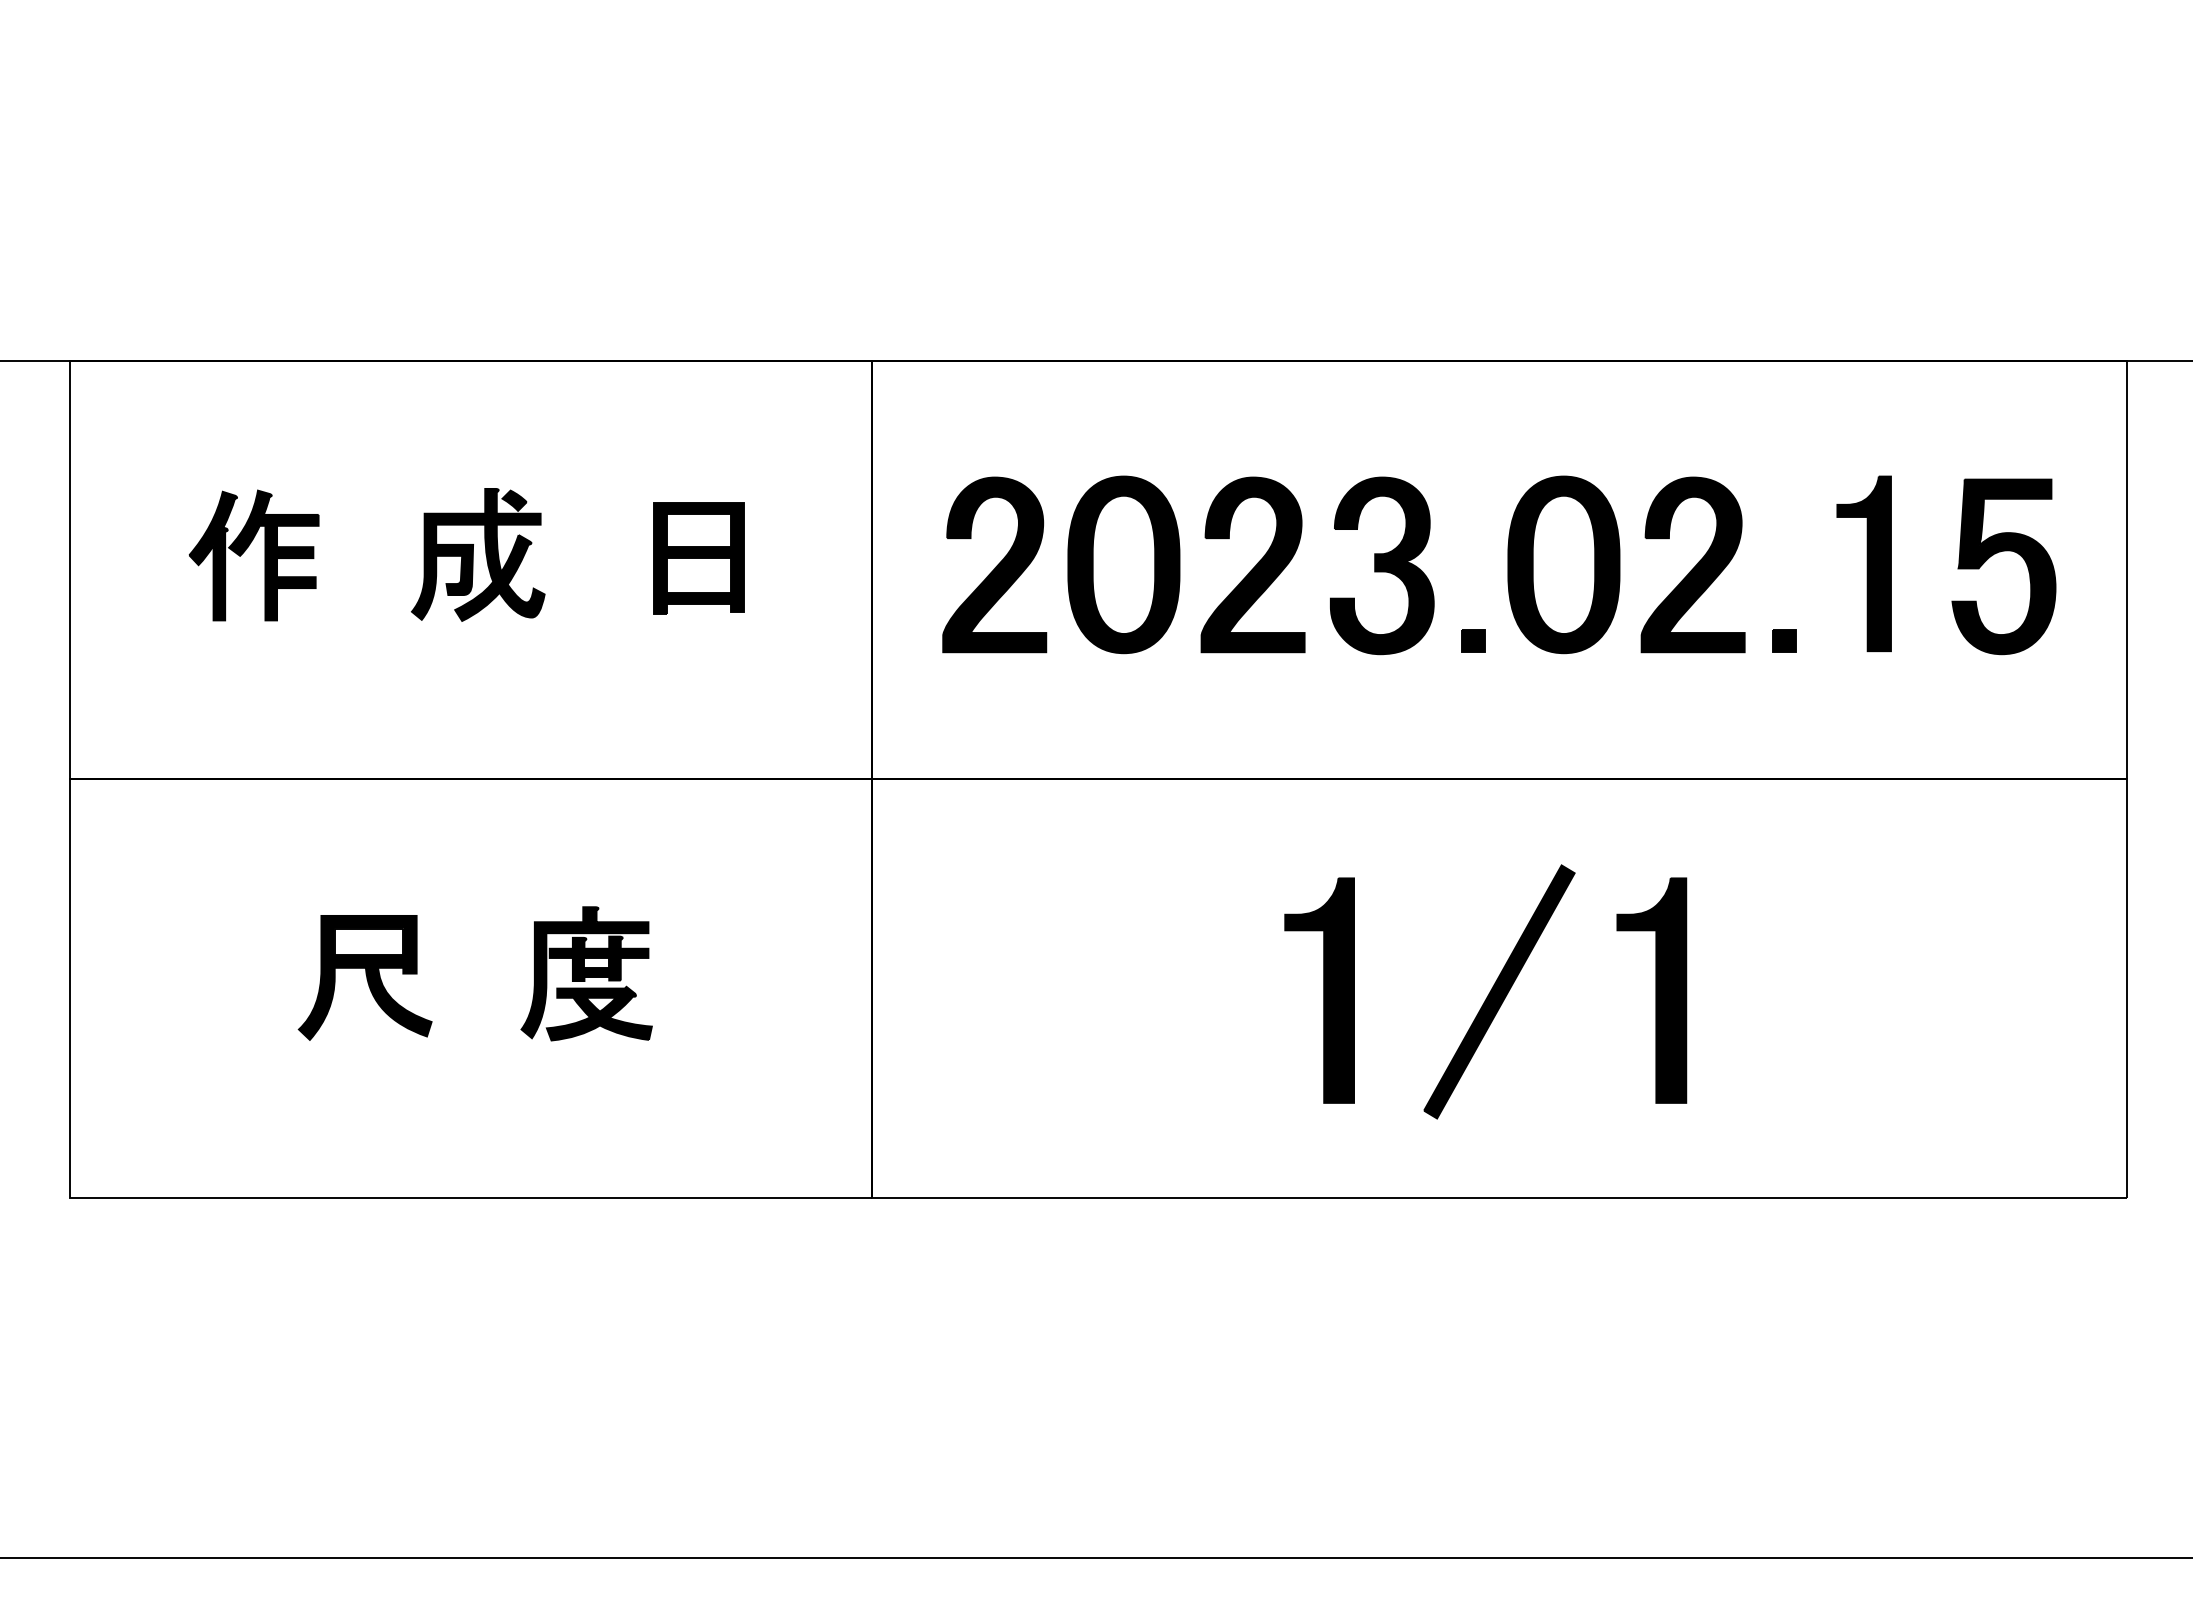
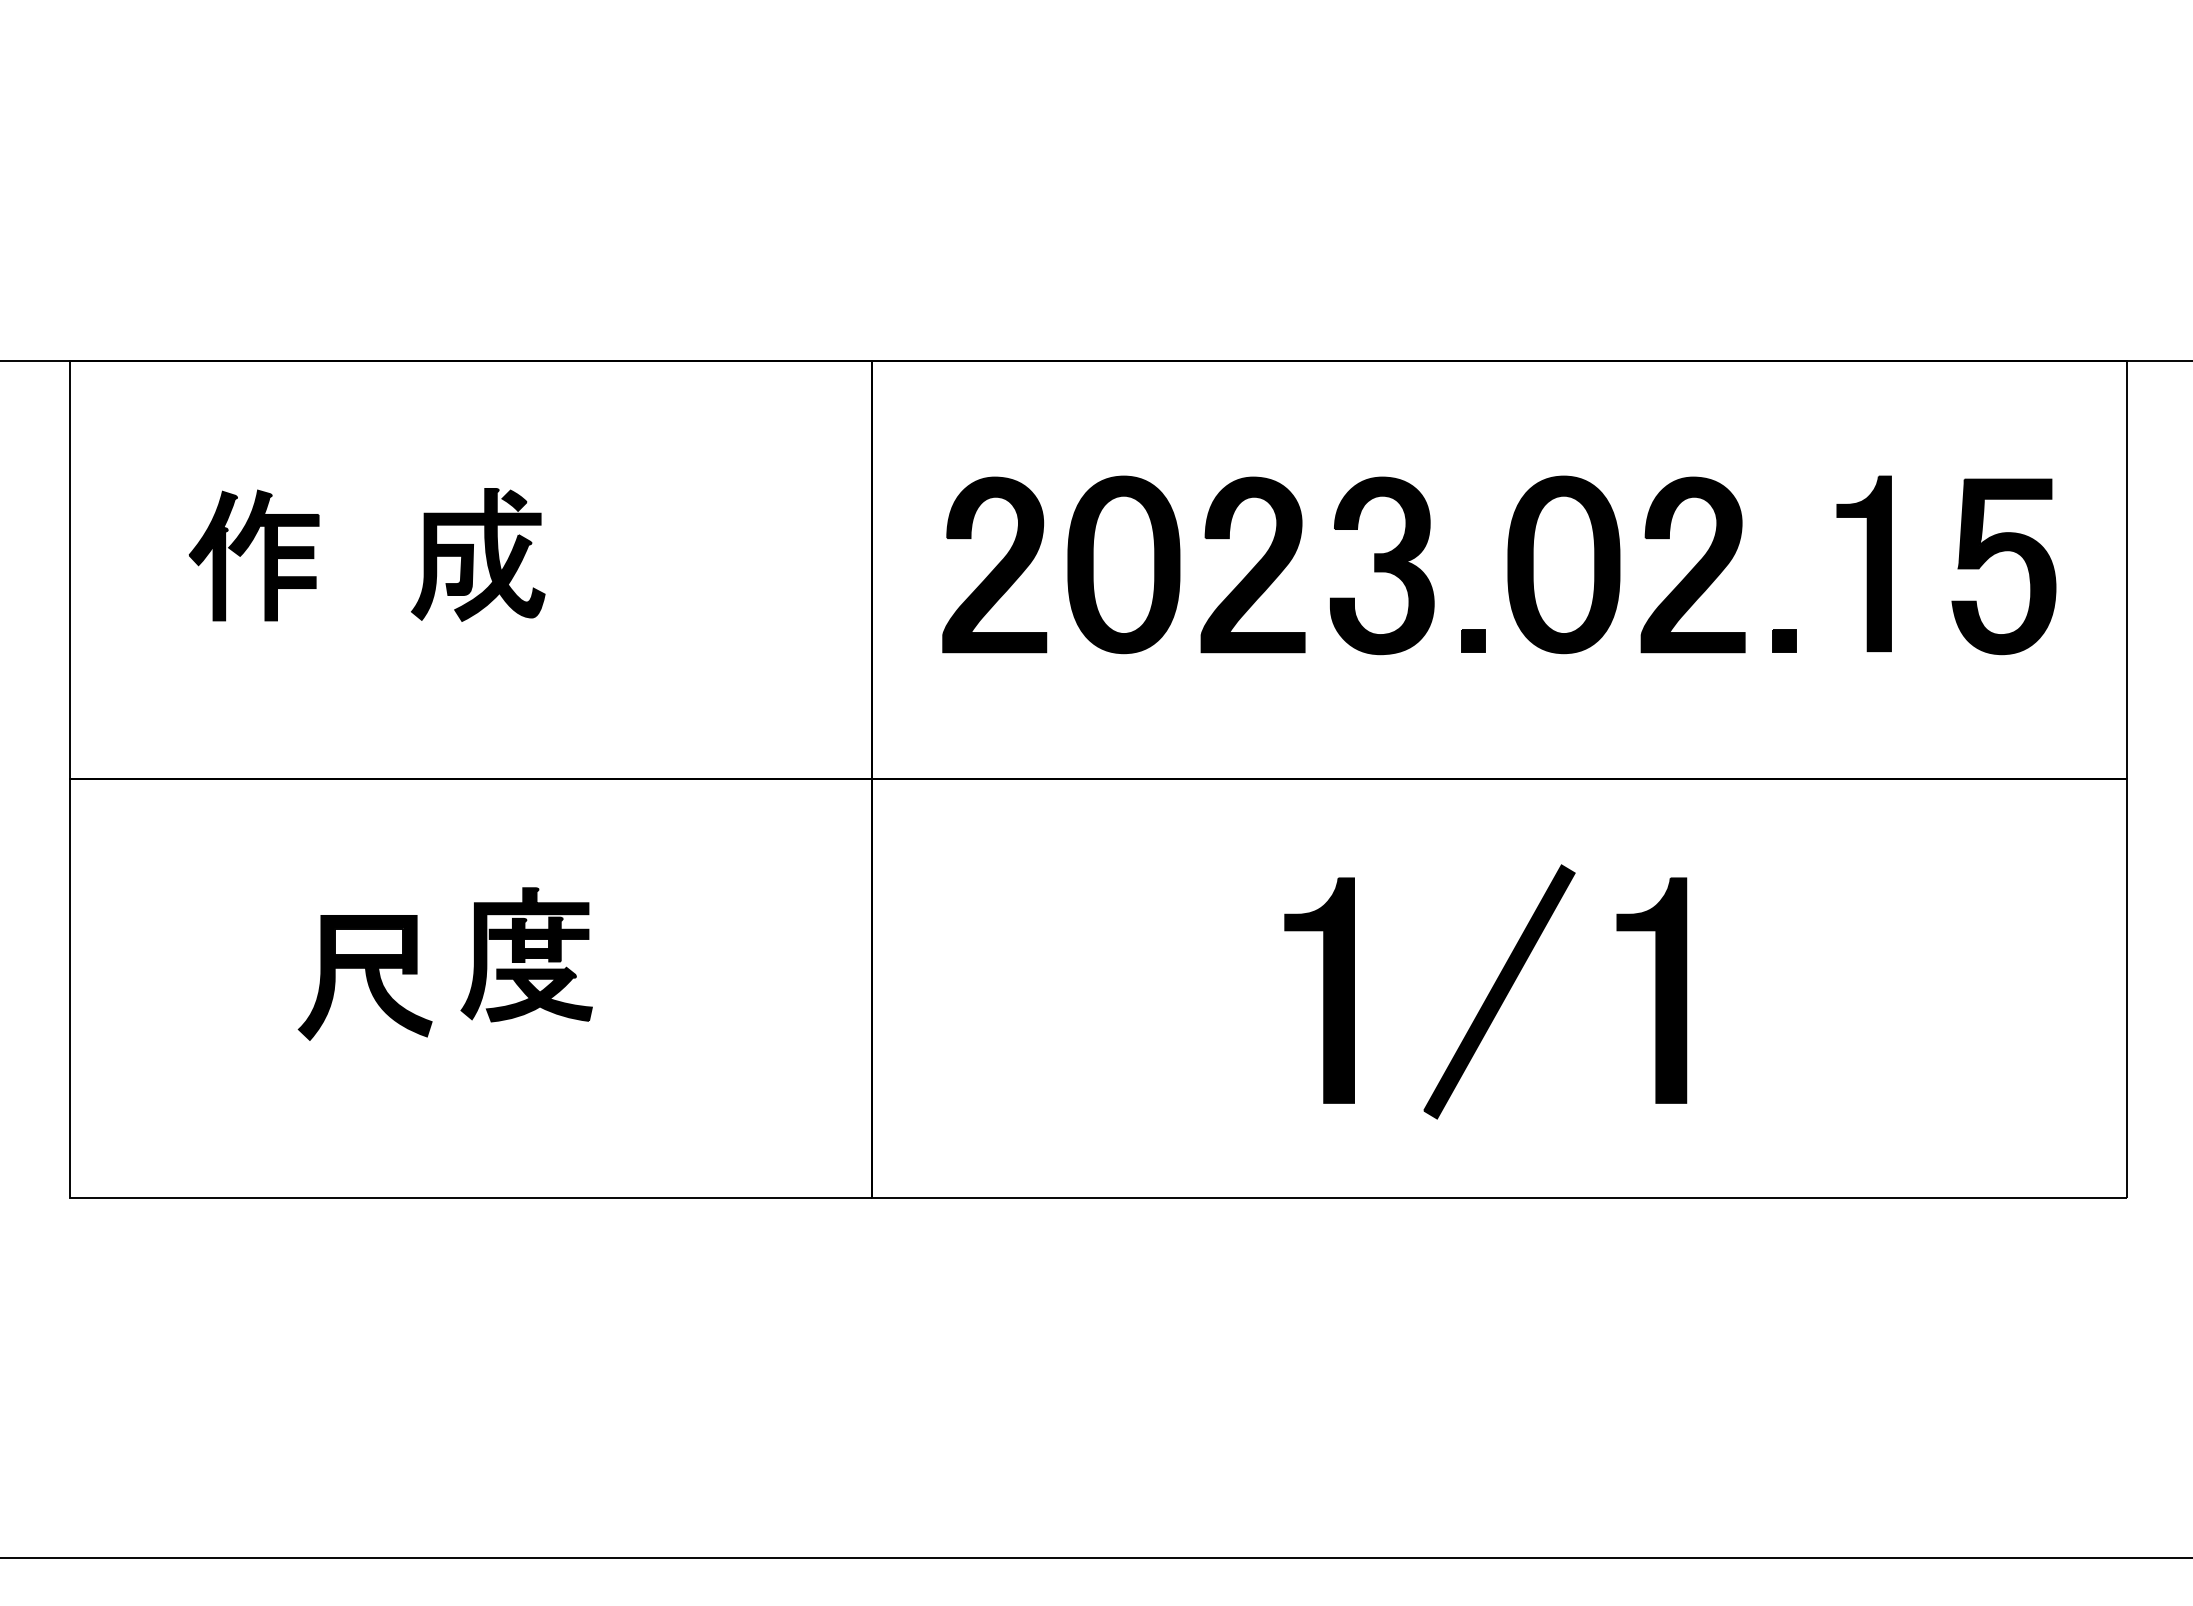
part at (698, 558): present -> none
part at (586, 973) position: (586, 973) -> (526, 954)
